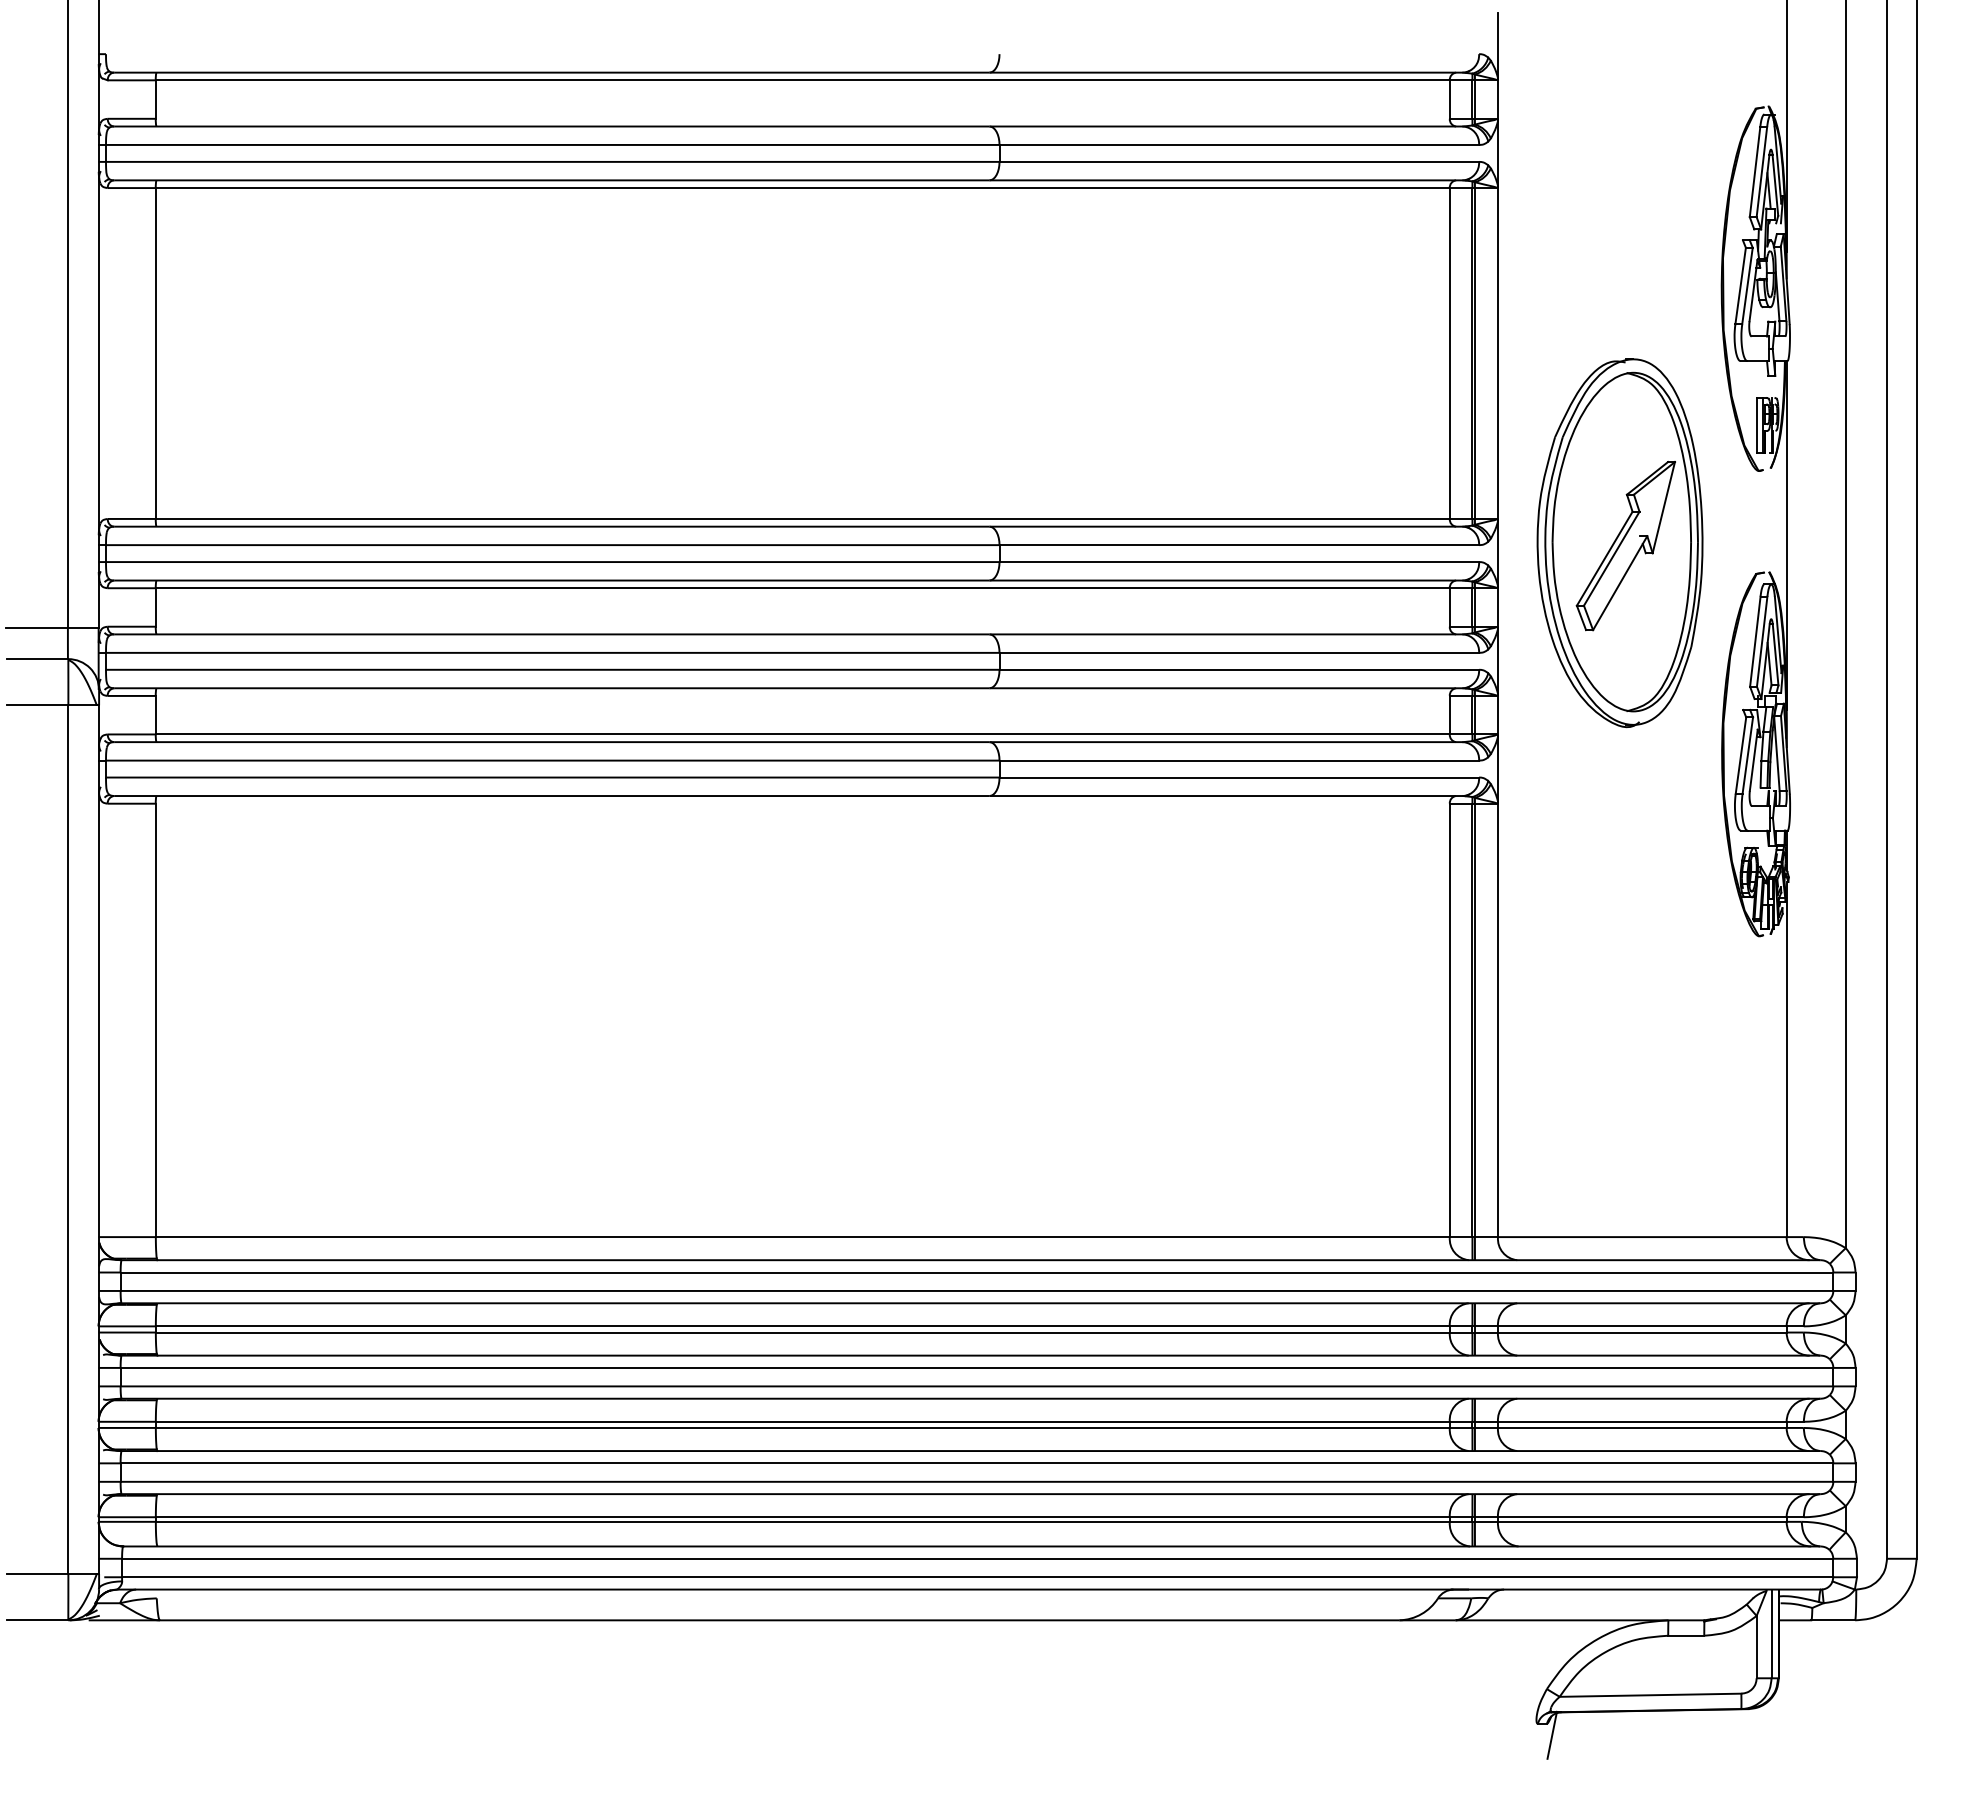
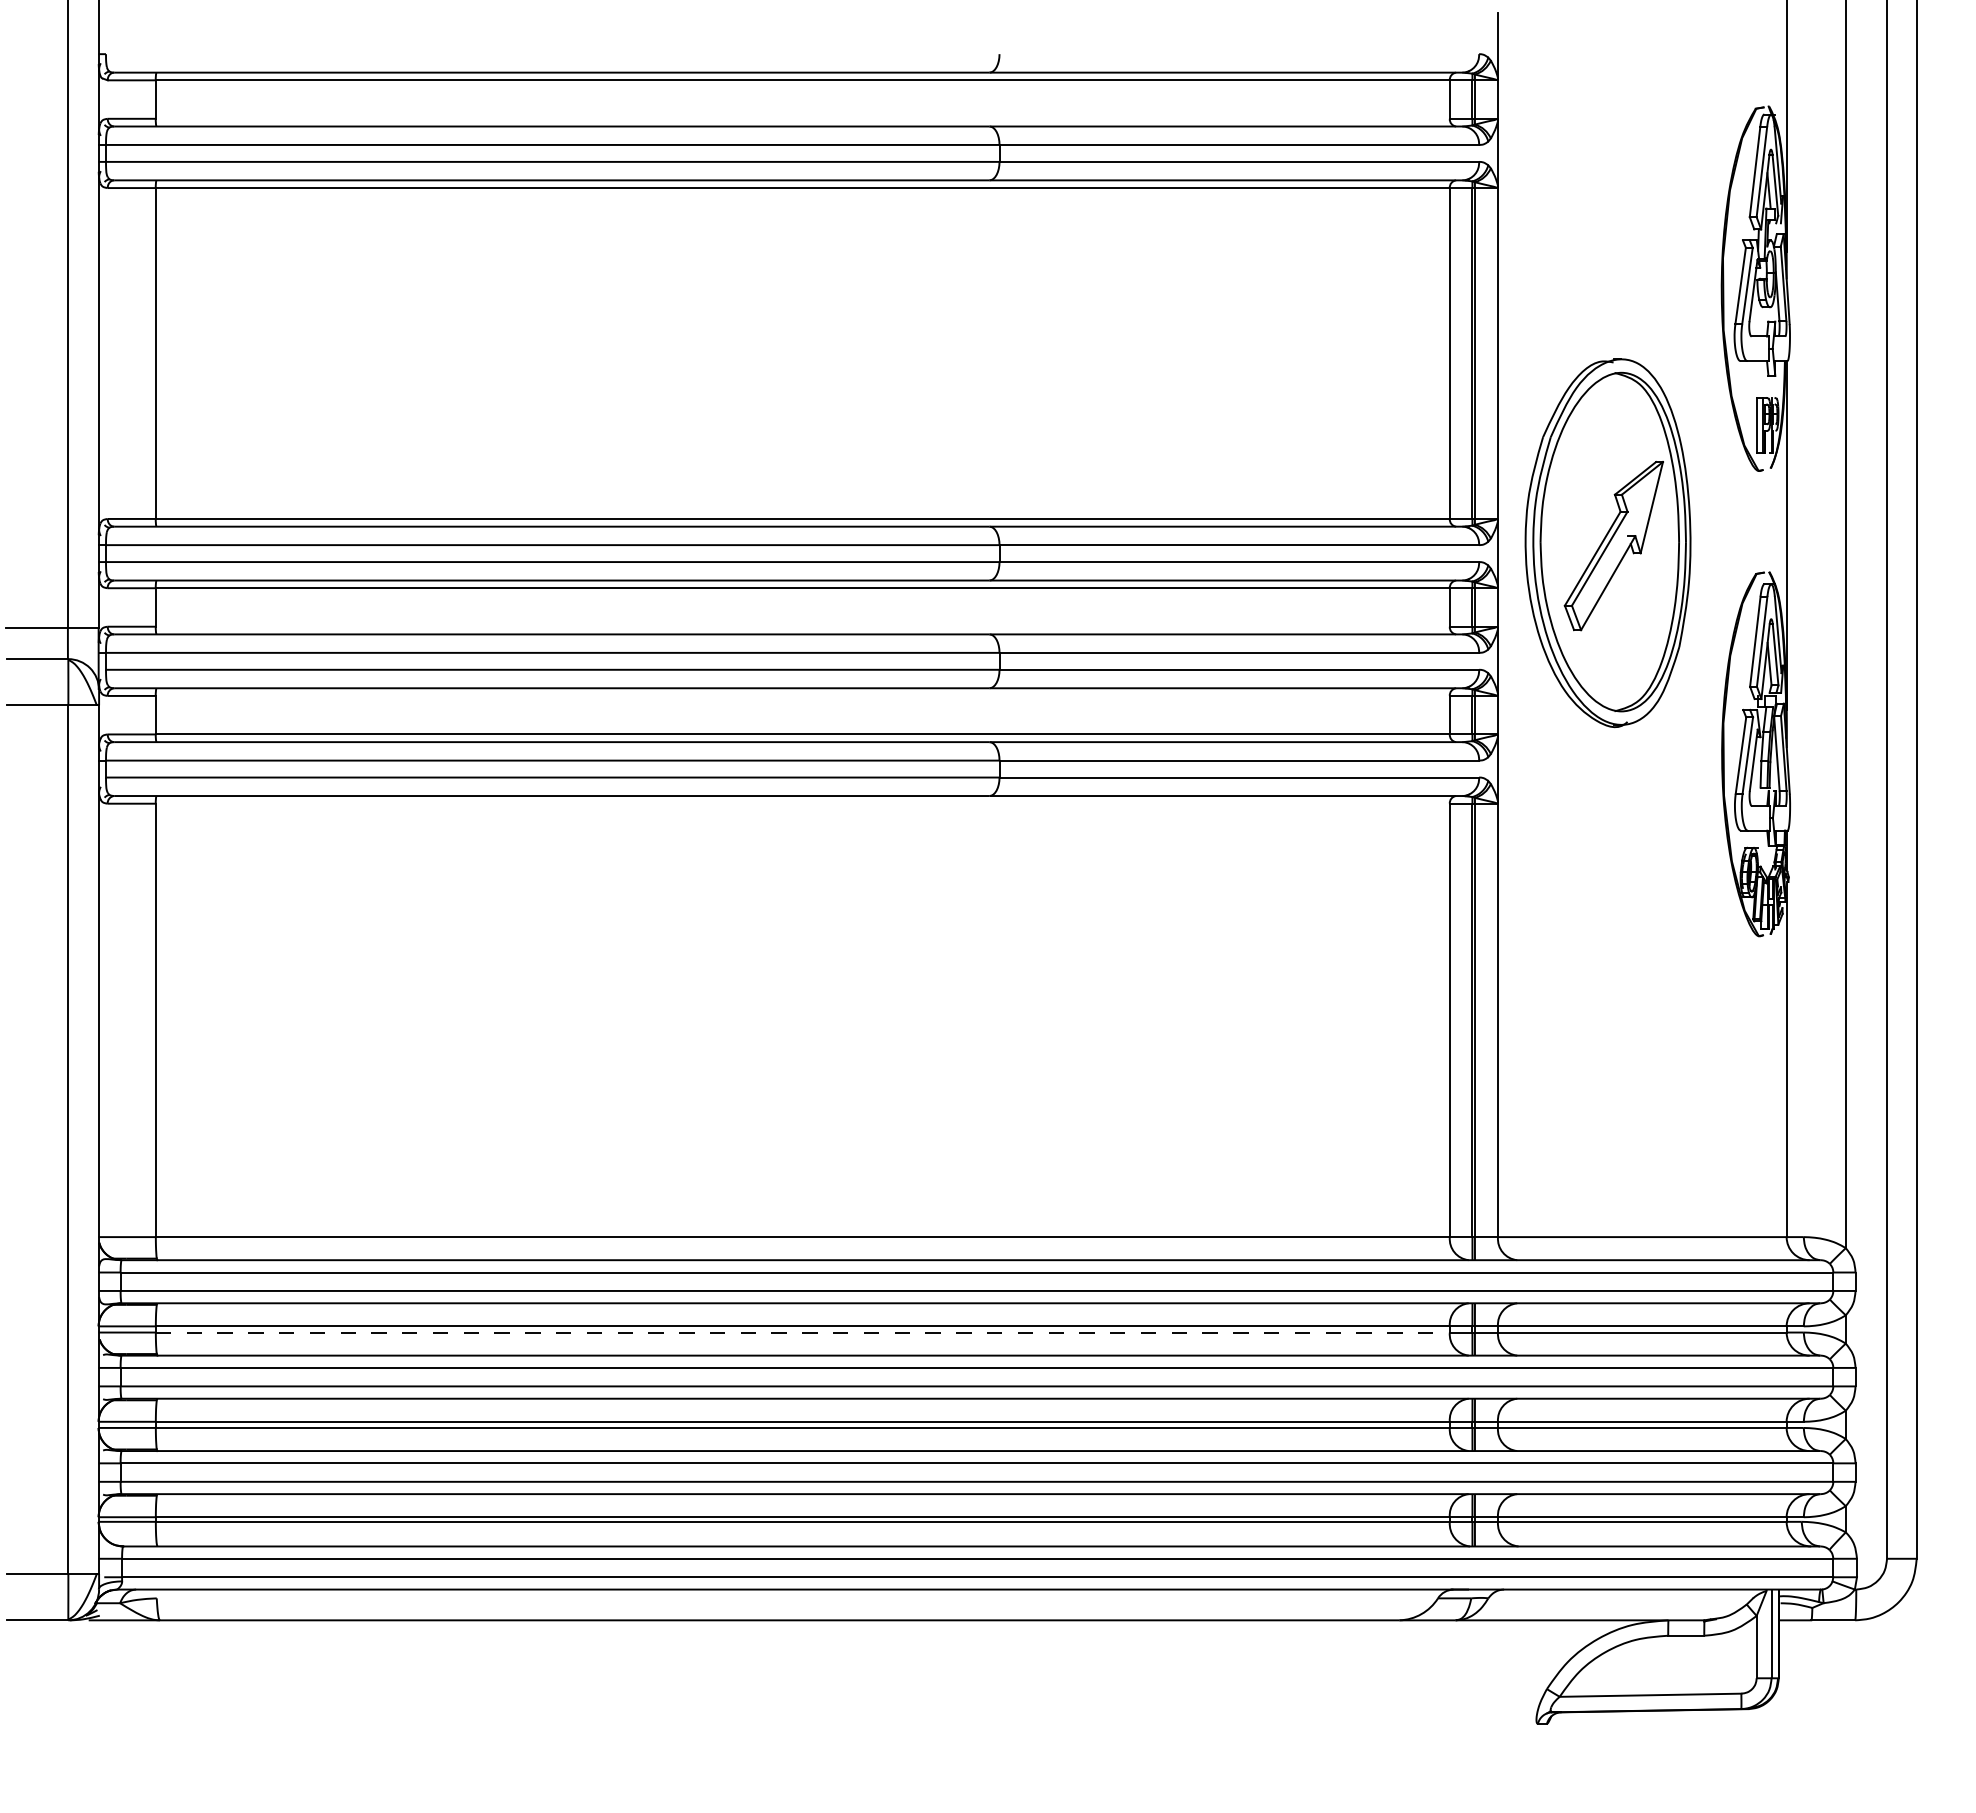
part at (1619, 543) position: (1619, 543) -> (1607, 543)
line at (802, 1332): solid -> dashed
line at (1551, 1734): present -> none
